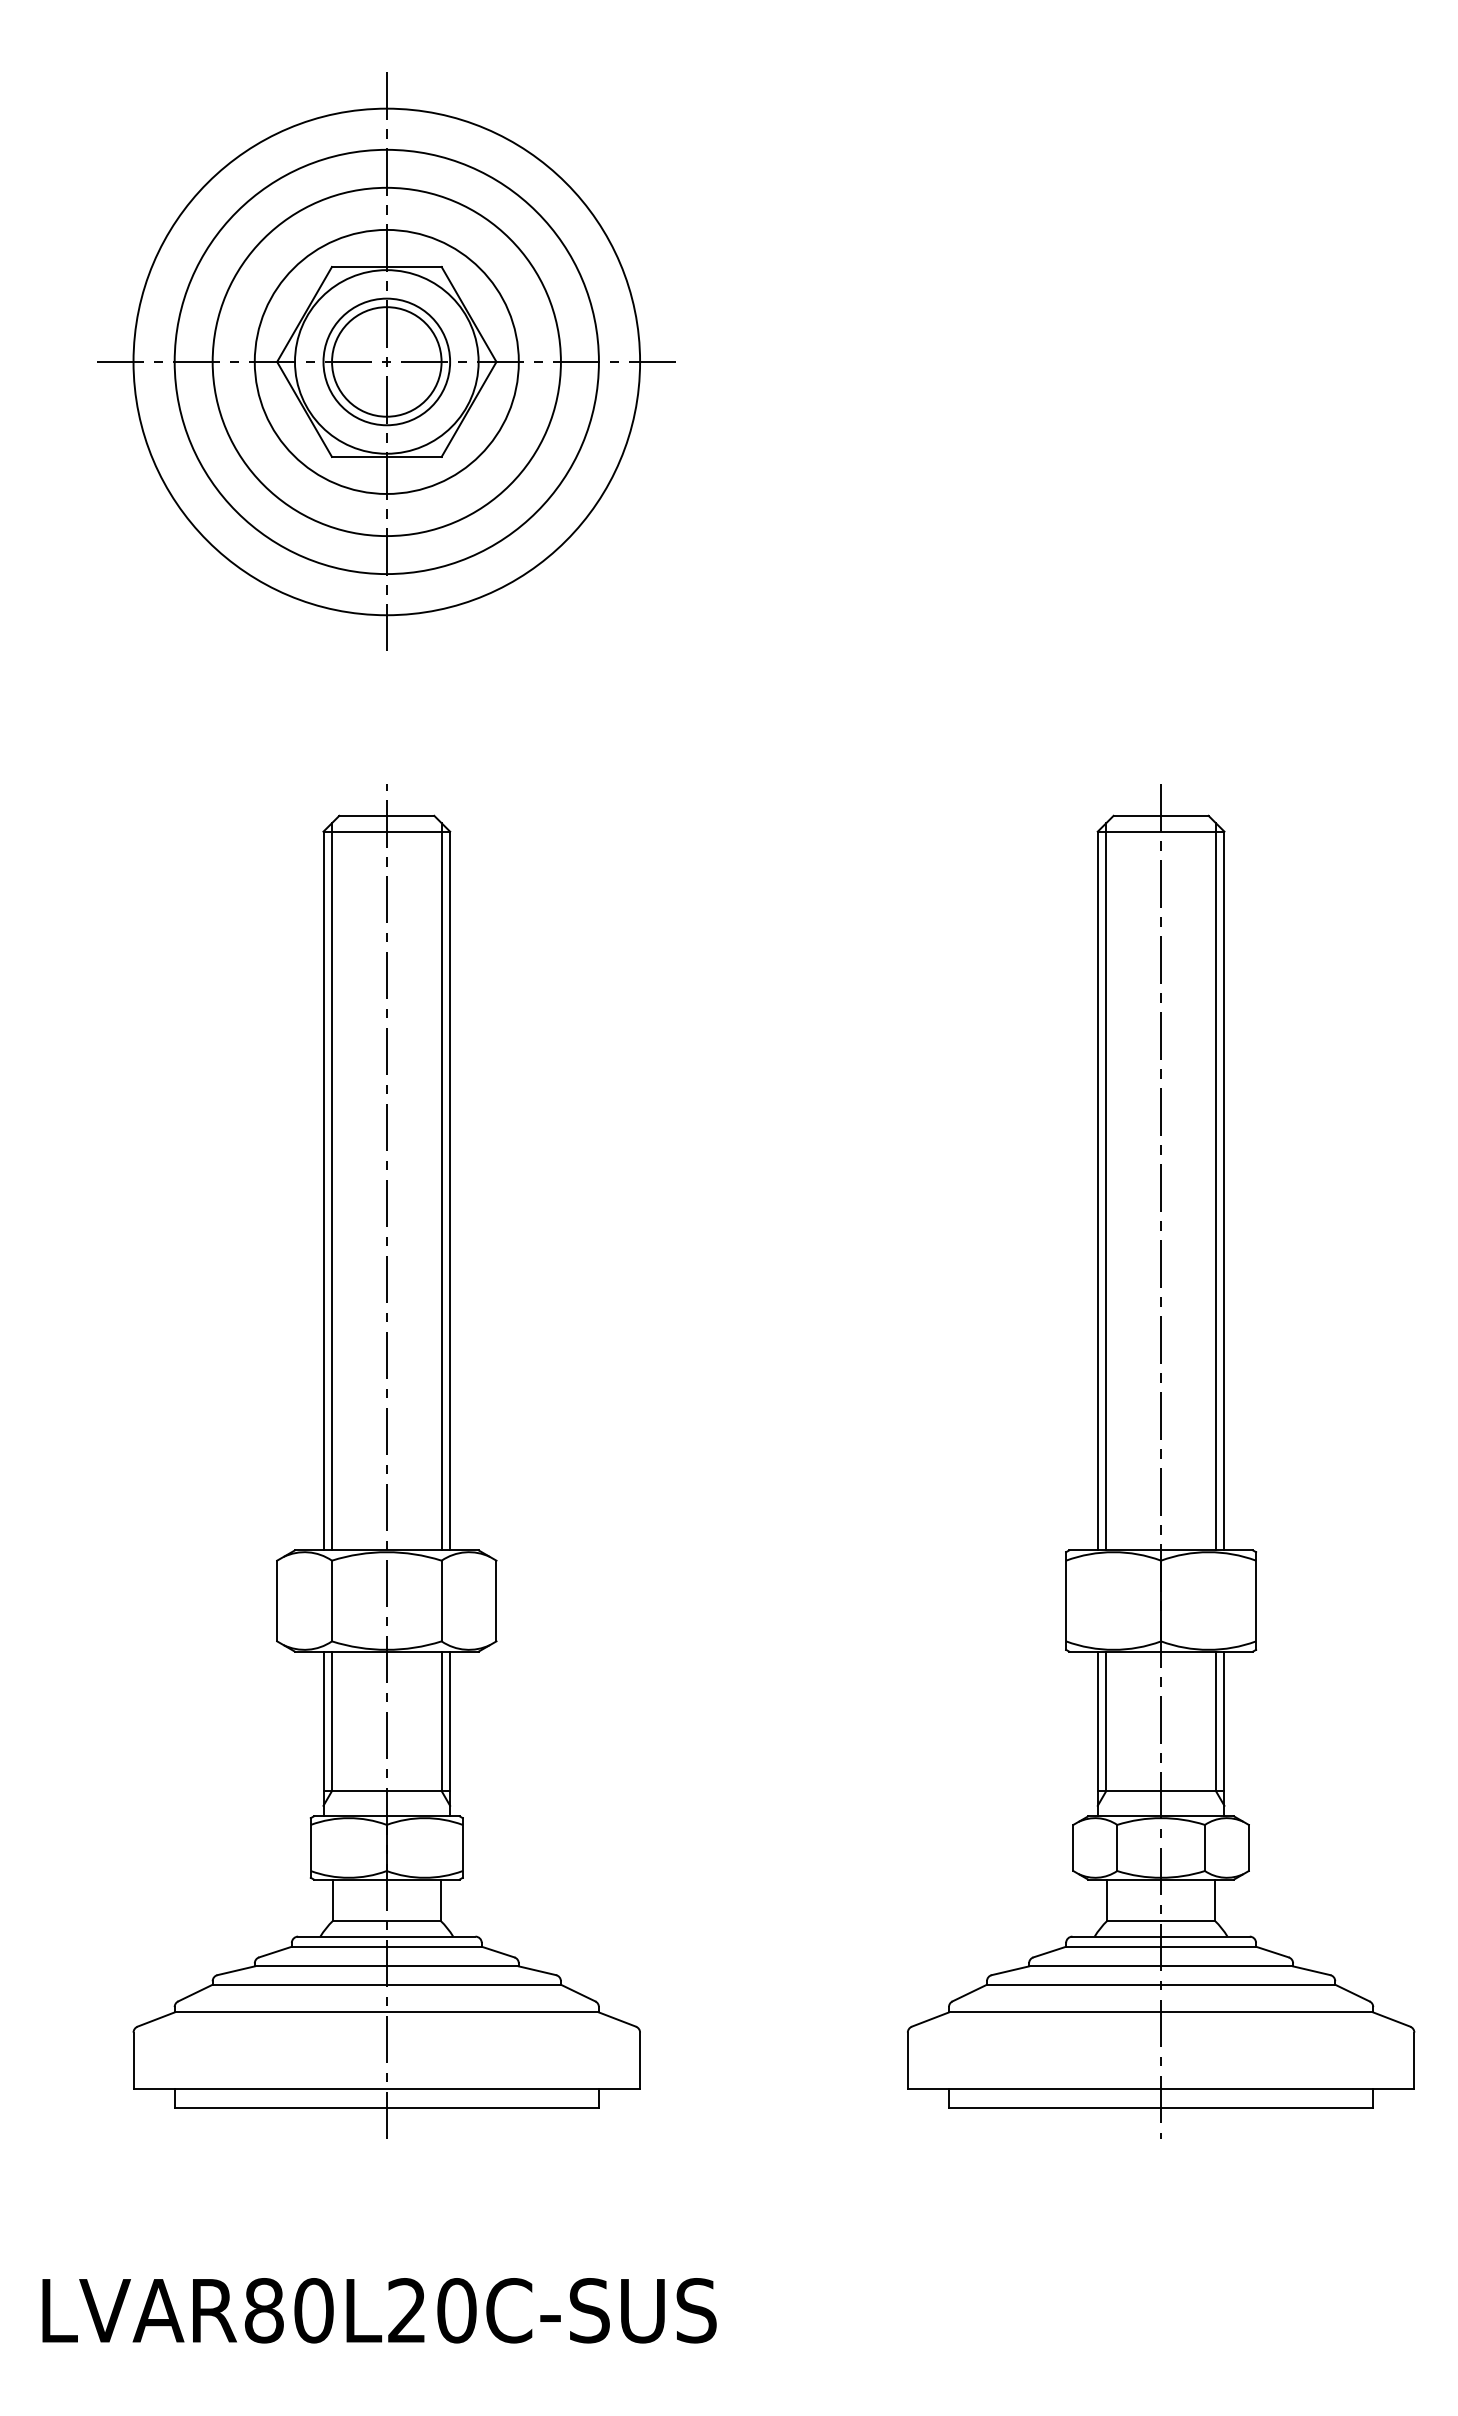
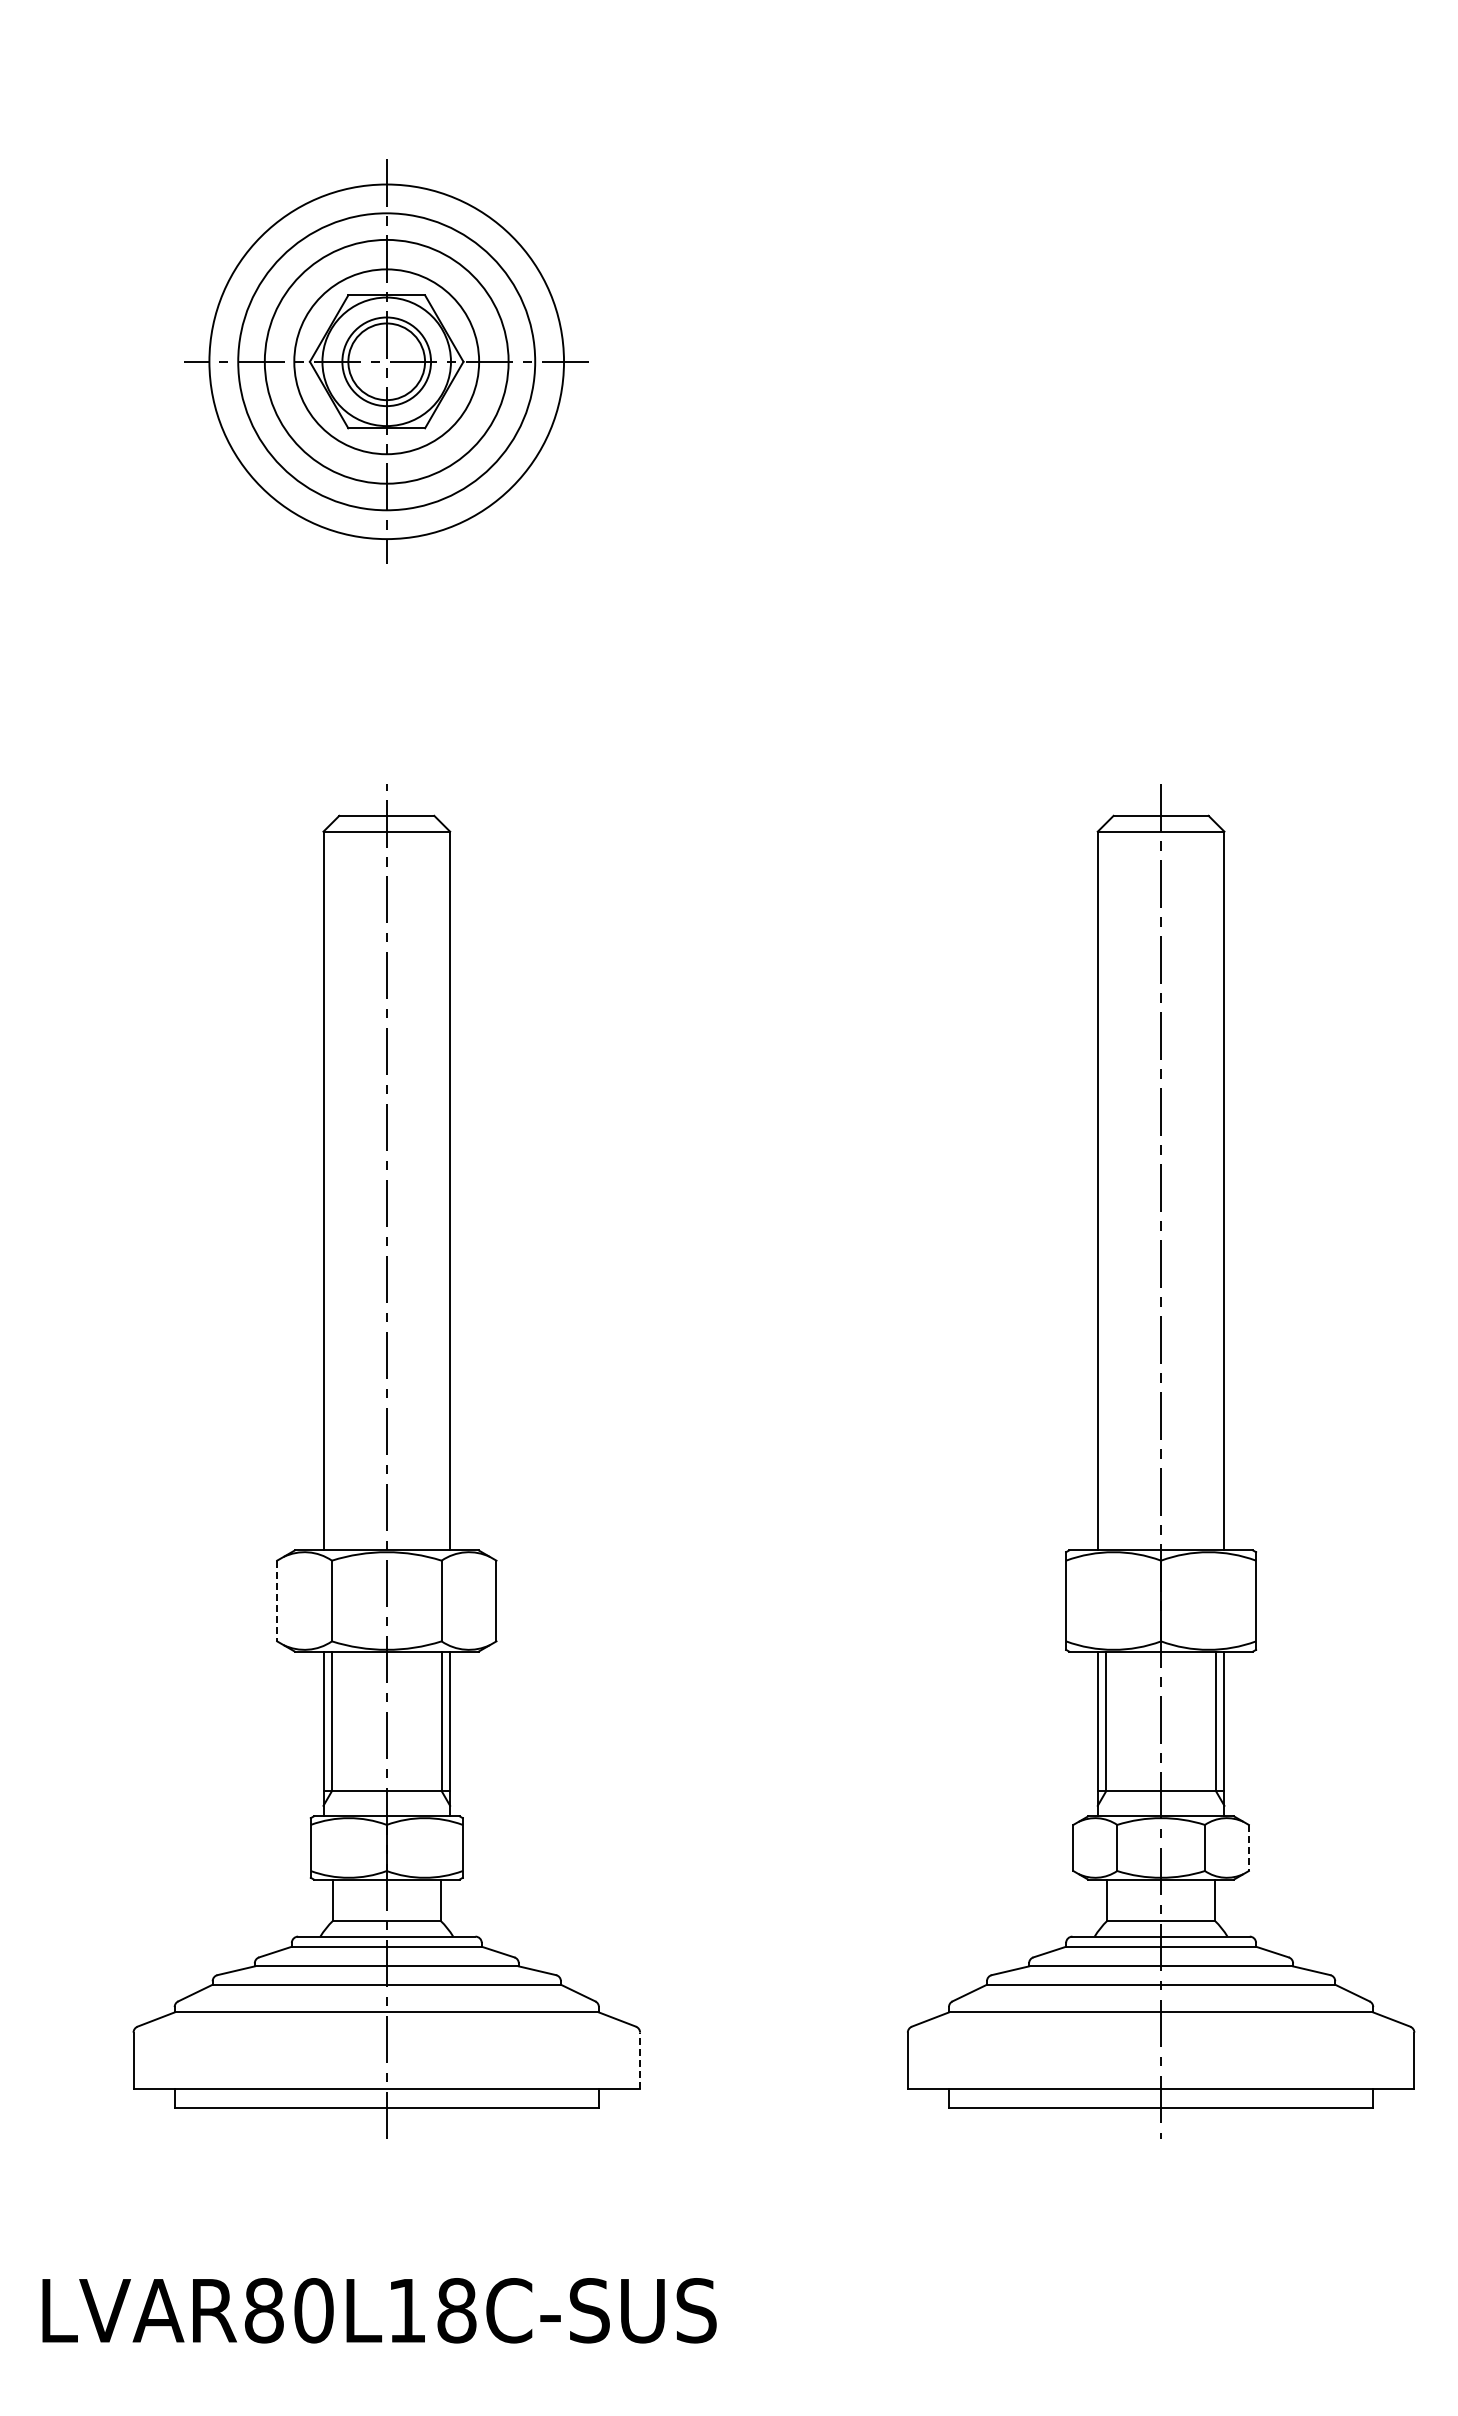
part at (386, 361) size: 579x579 px -> 405x405 px
line at (332, 1186): present -> none
line at (441, 1186): present -> none
line at (1106, 1186): present -> none
line at (1215, 1186): present -> none
line at (277, 1601): solid -> dashed
line at (1248, 1848): solid -> dashed
line at (640, 2060): solid -> dashed
text at (432, 2310): LVAR80L20C-SUS -> LVAR80L18C-SUS
